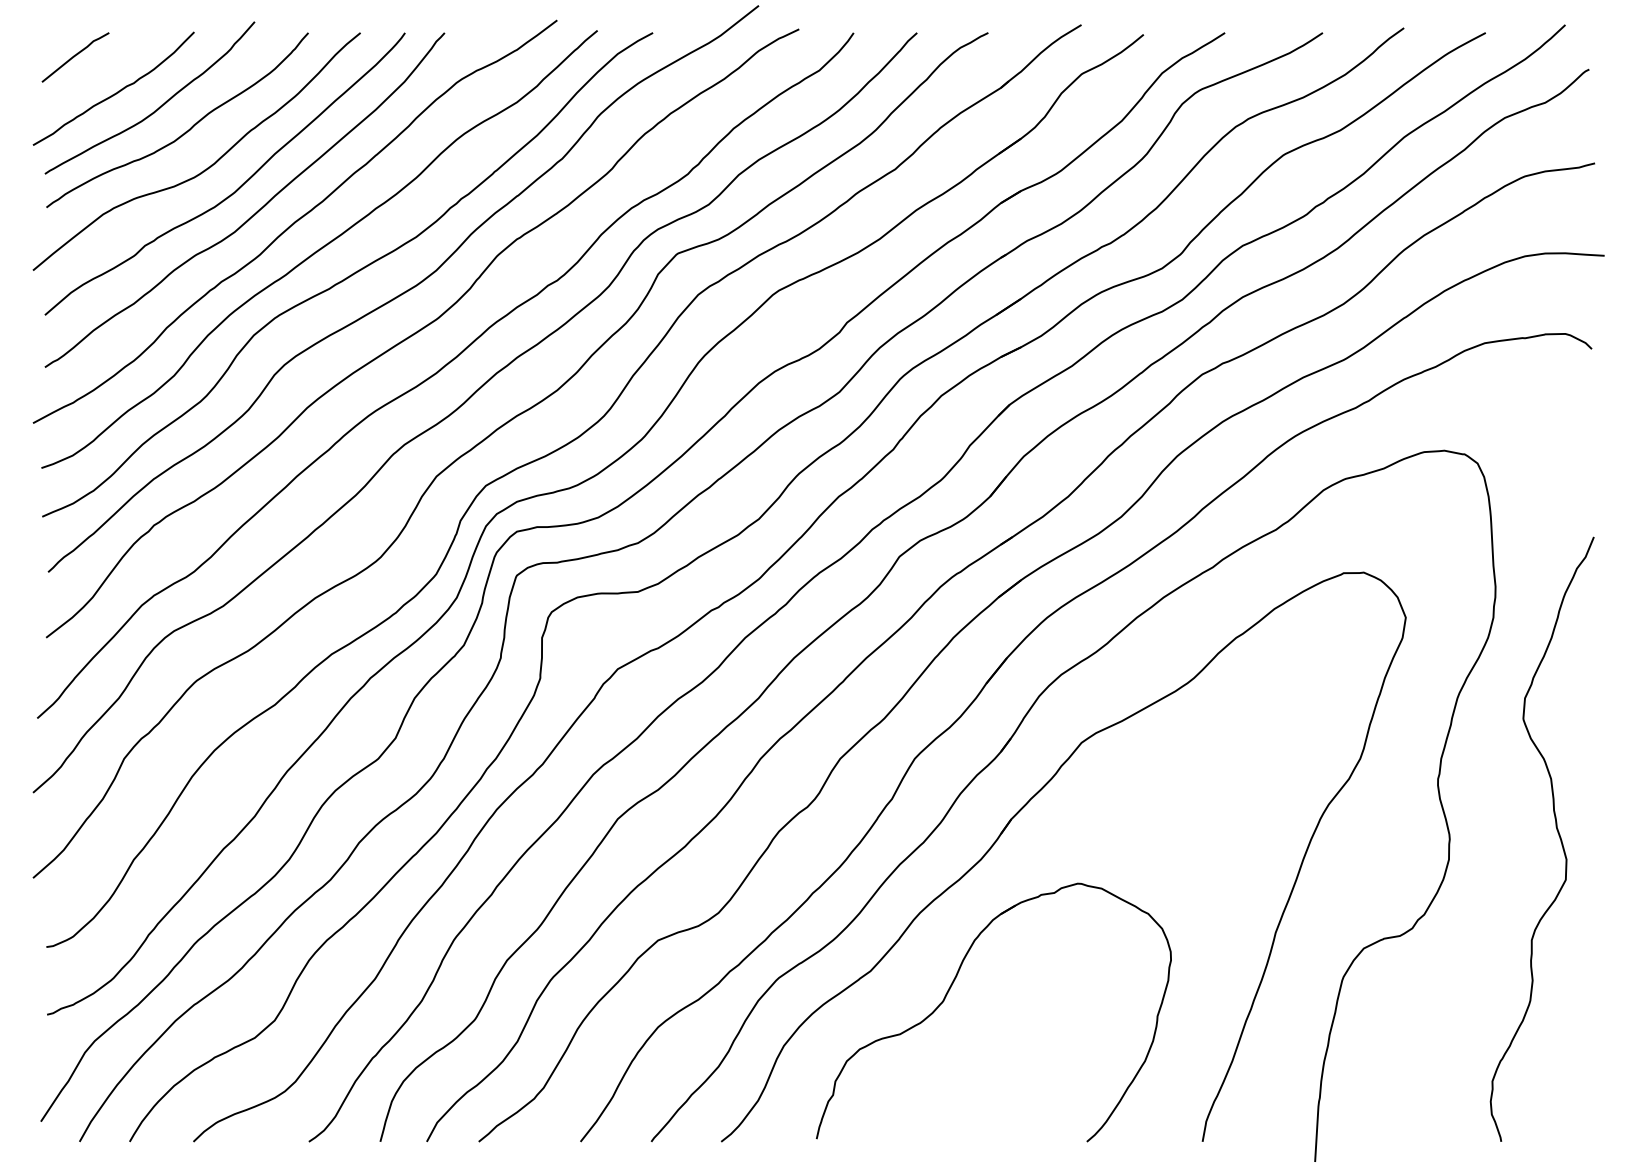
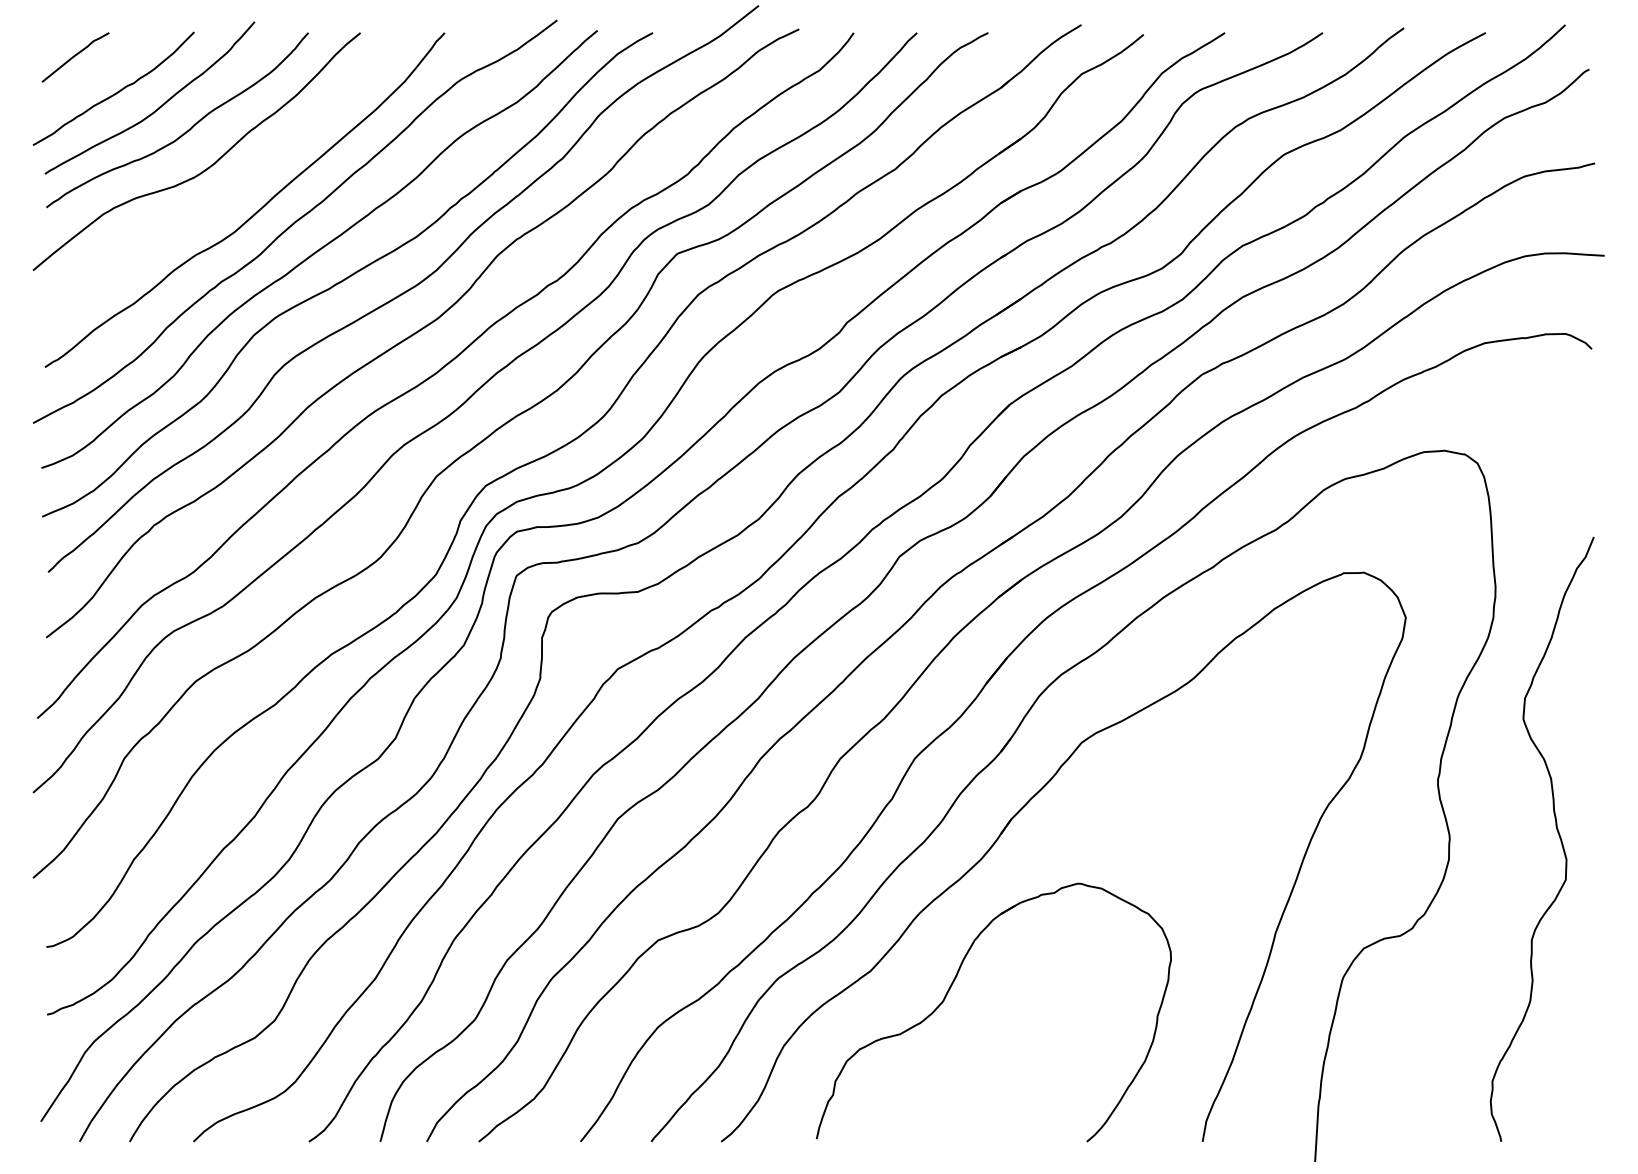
curve at (238, 187): present -> none
